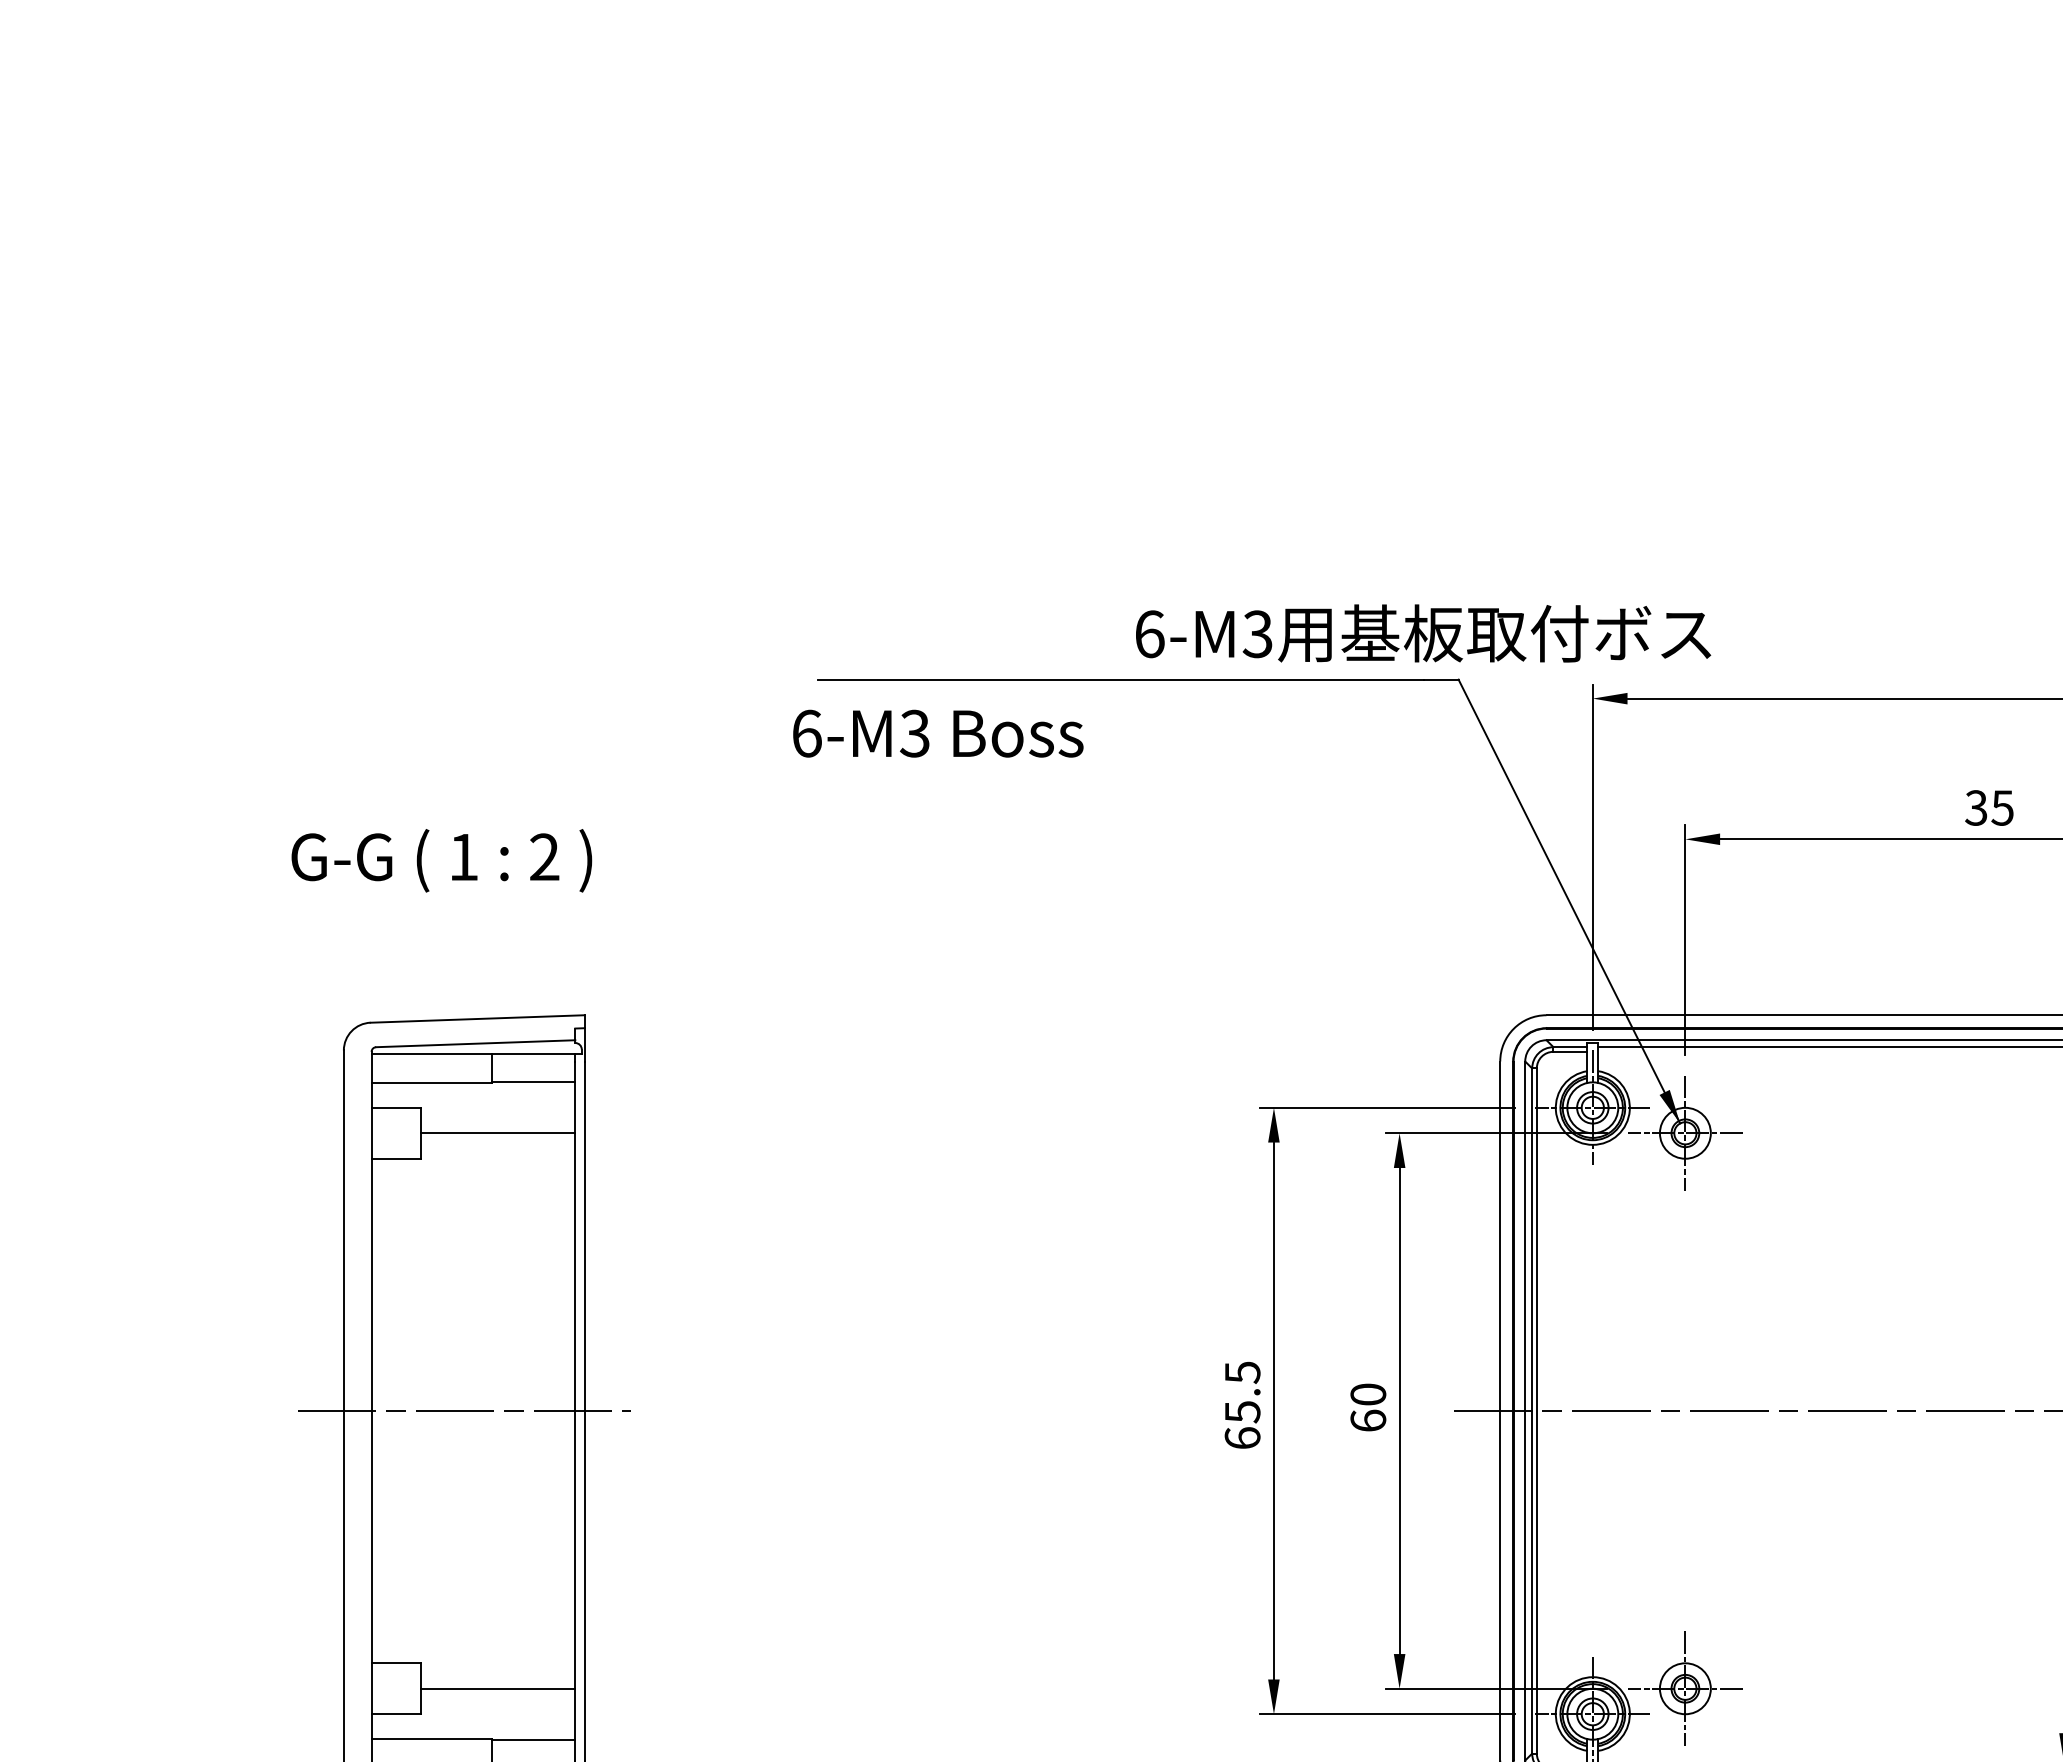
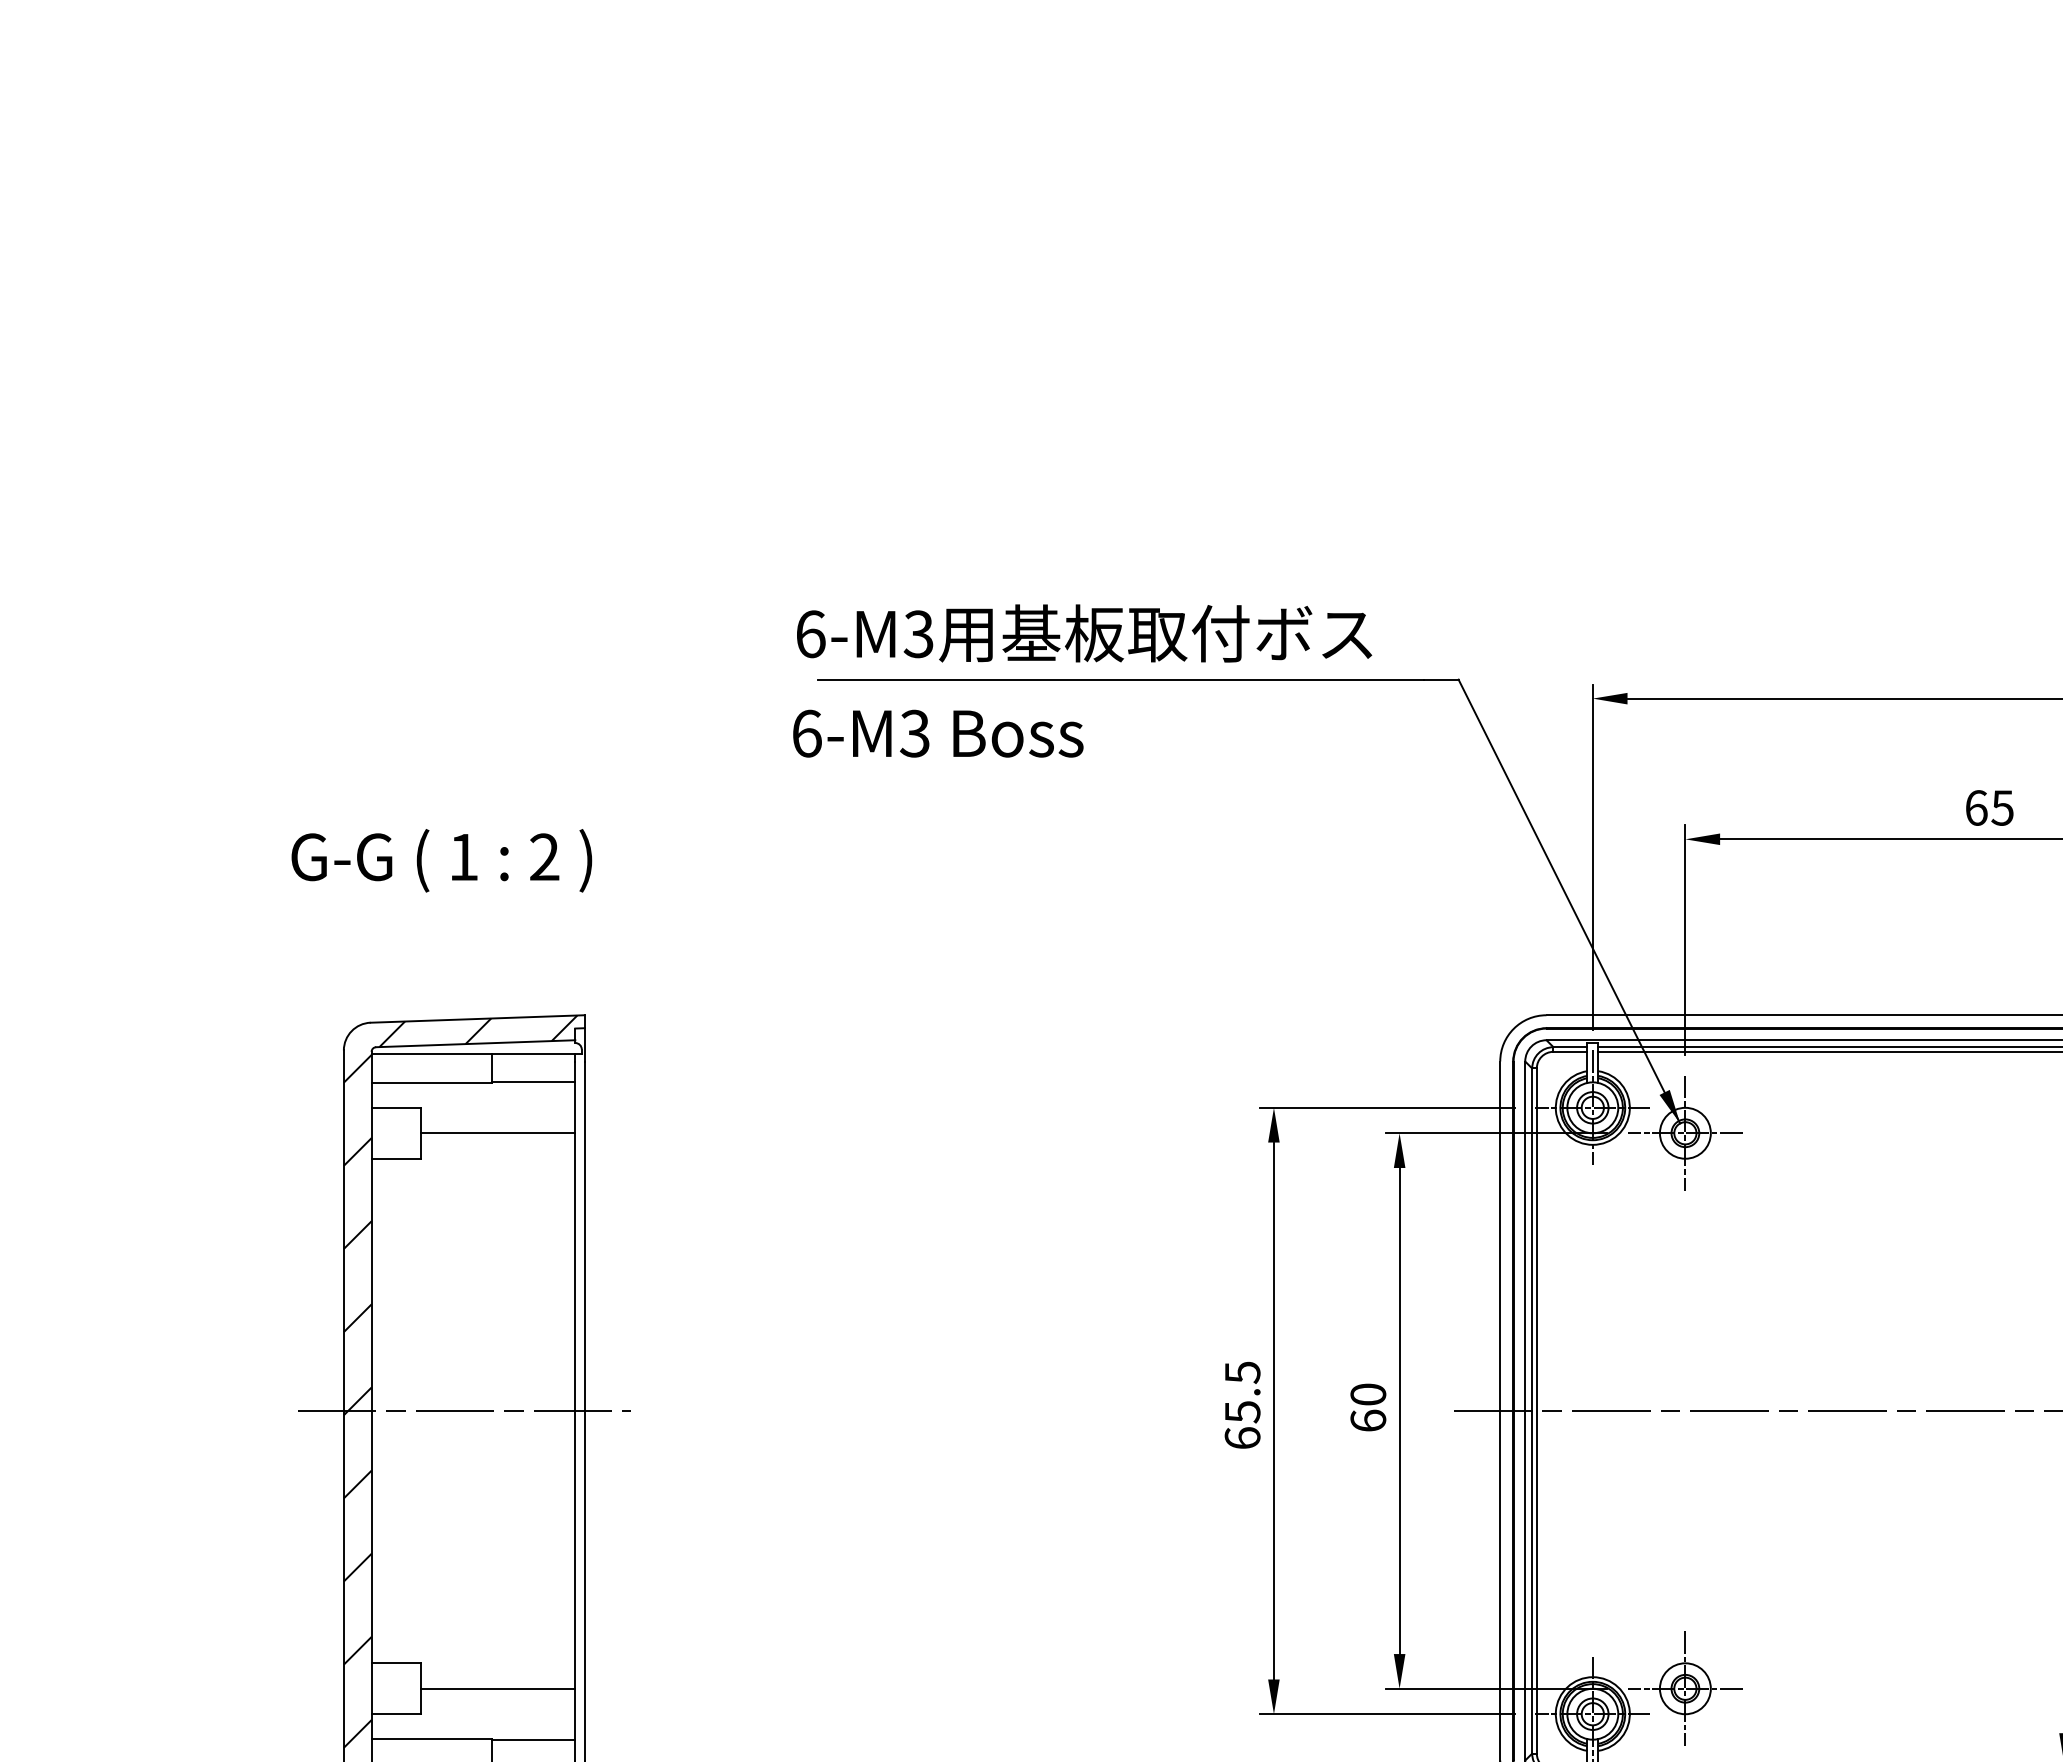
text at (1423, 633) position: (1423, 633) -> (1084, 633)
text at (1976, 807): 35 -> 65
line at (1828, 1051): none -> present
hatch at (460, 1381): none -> present
